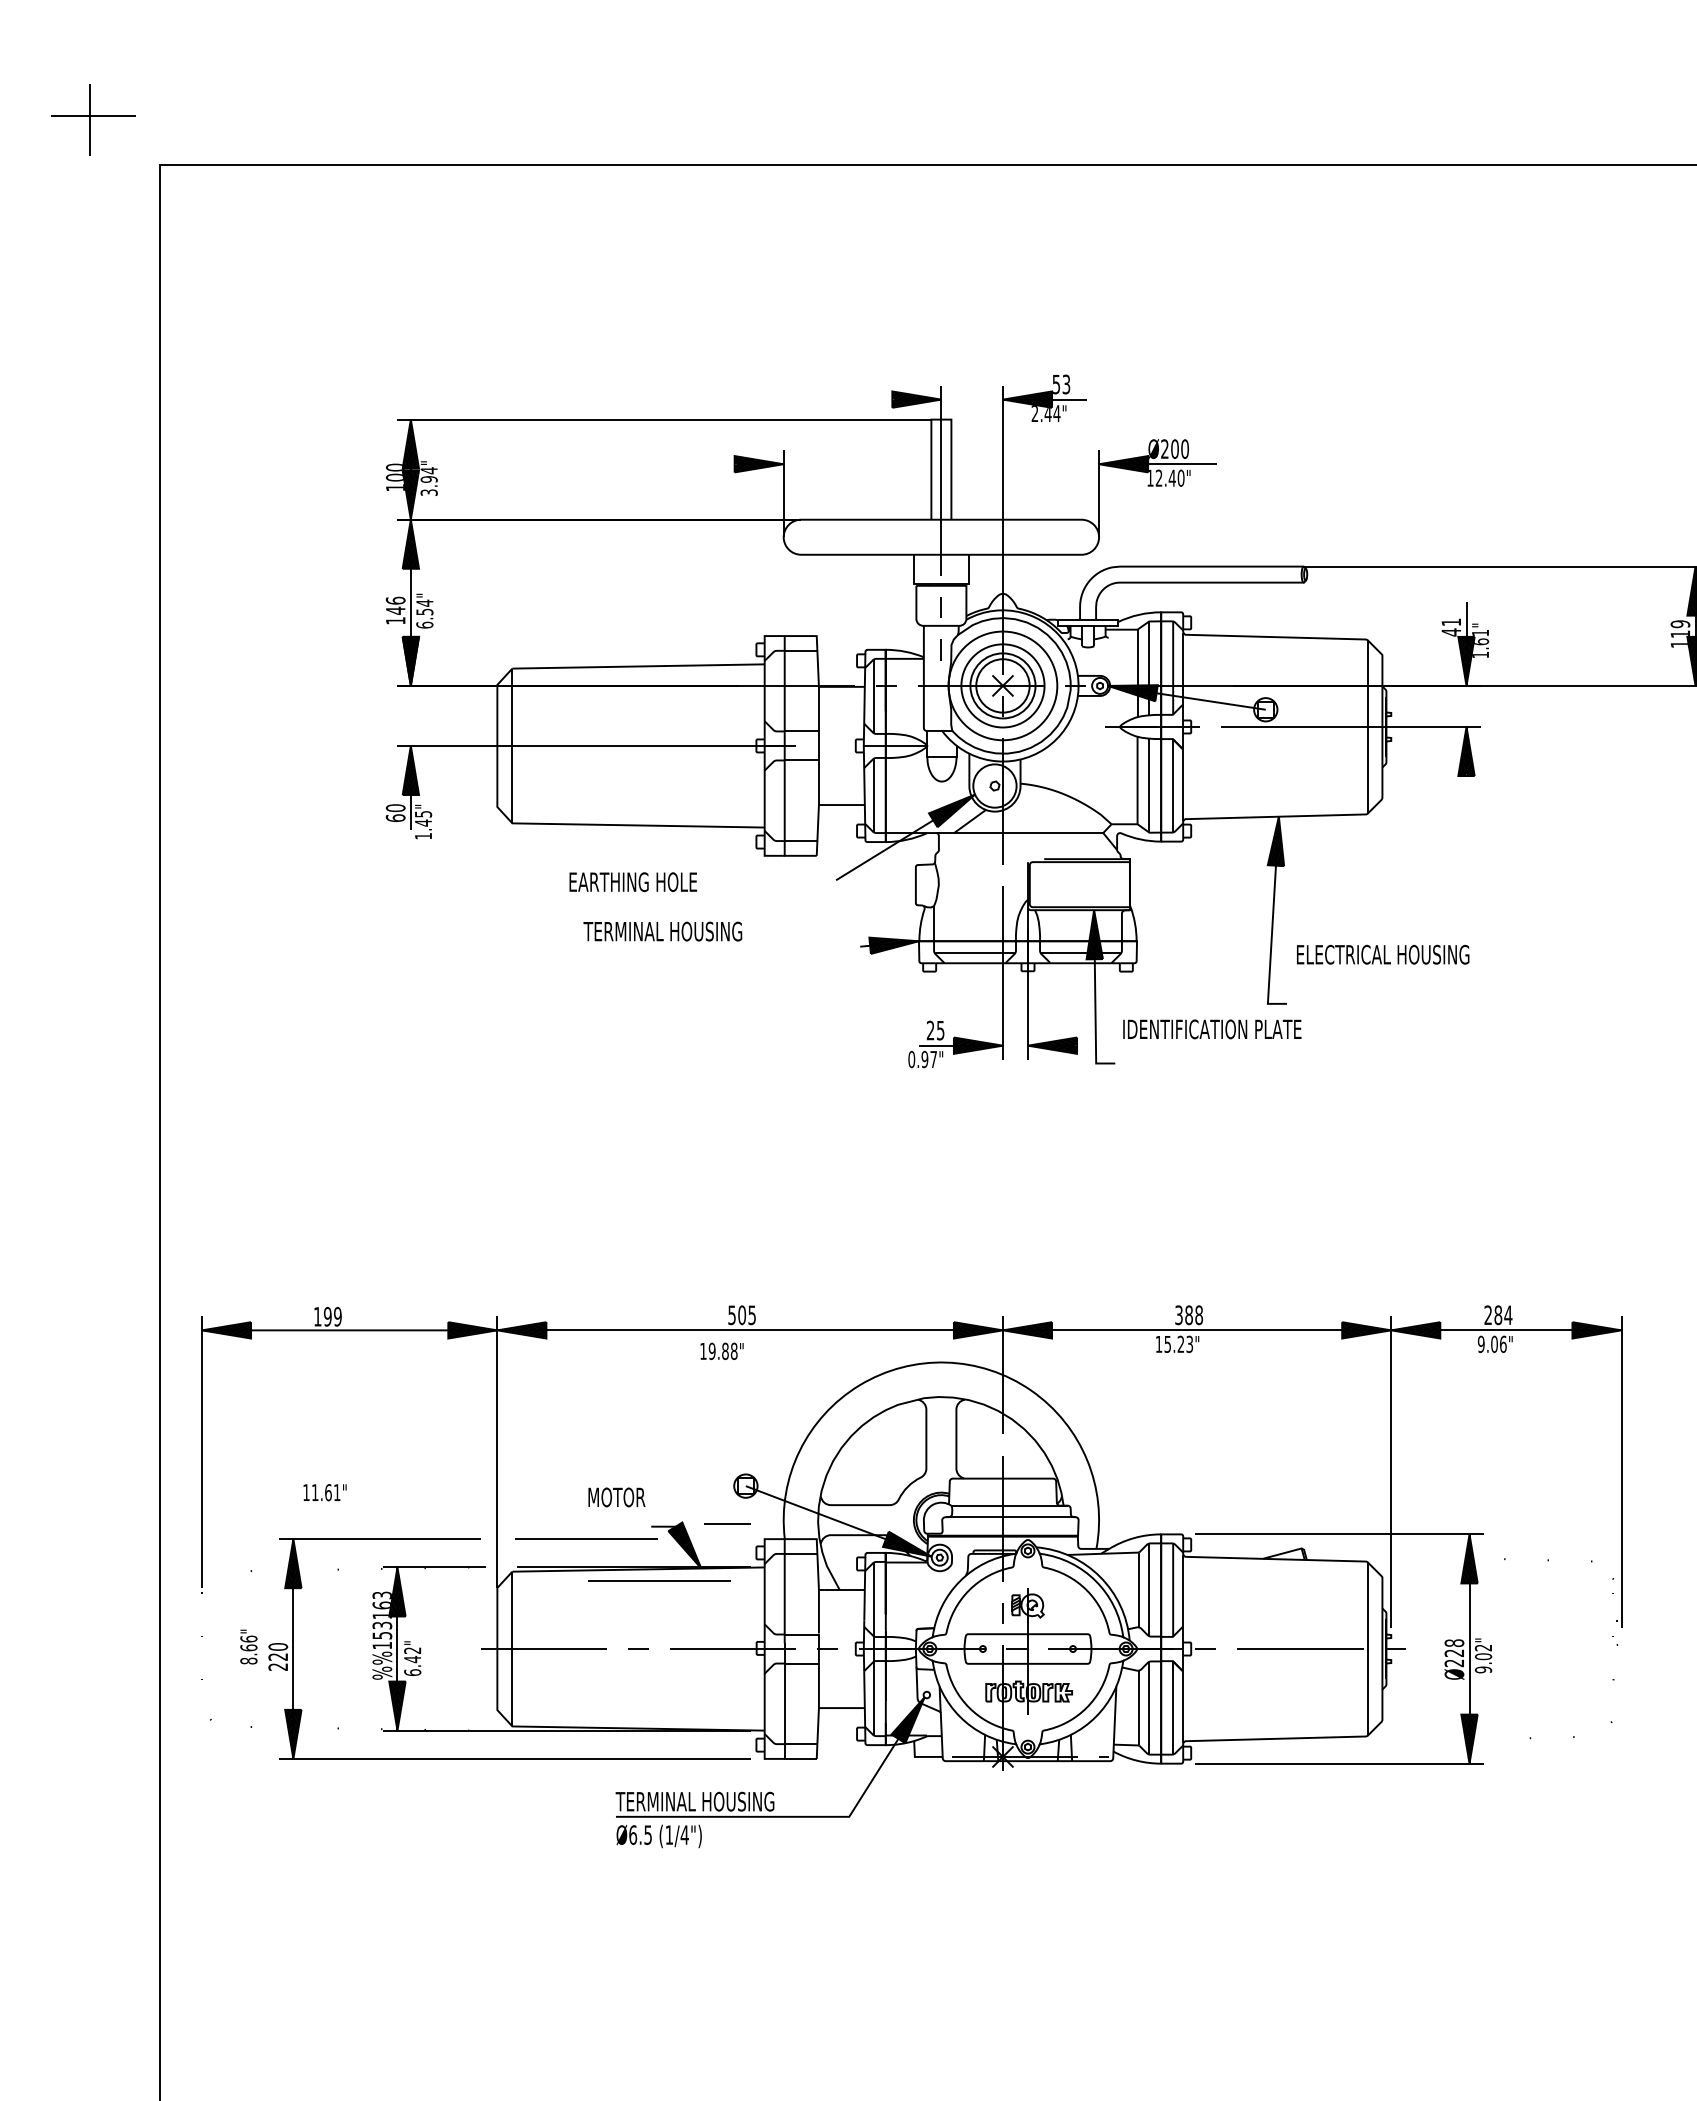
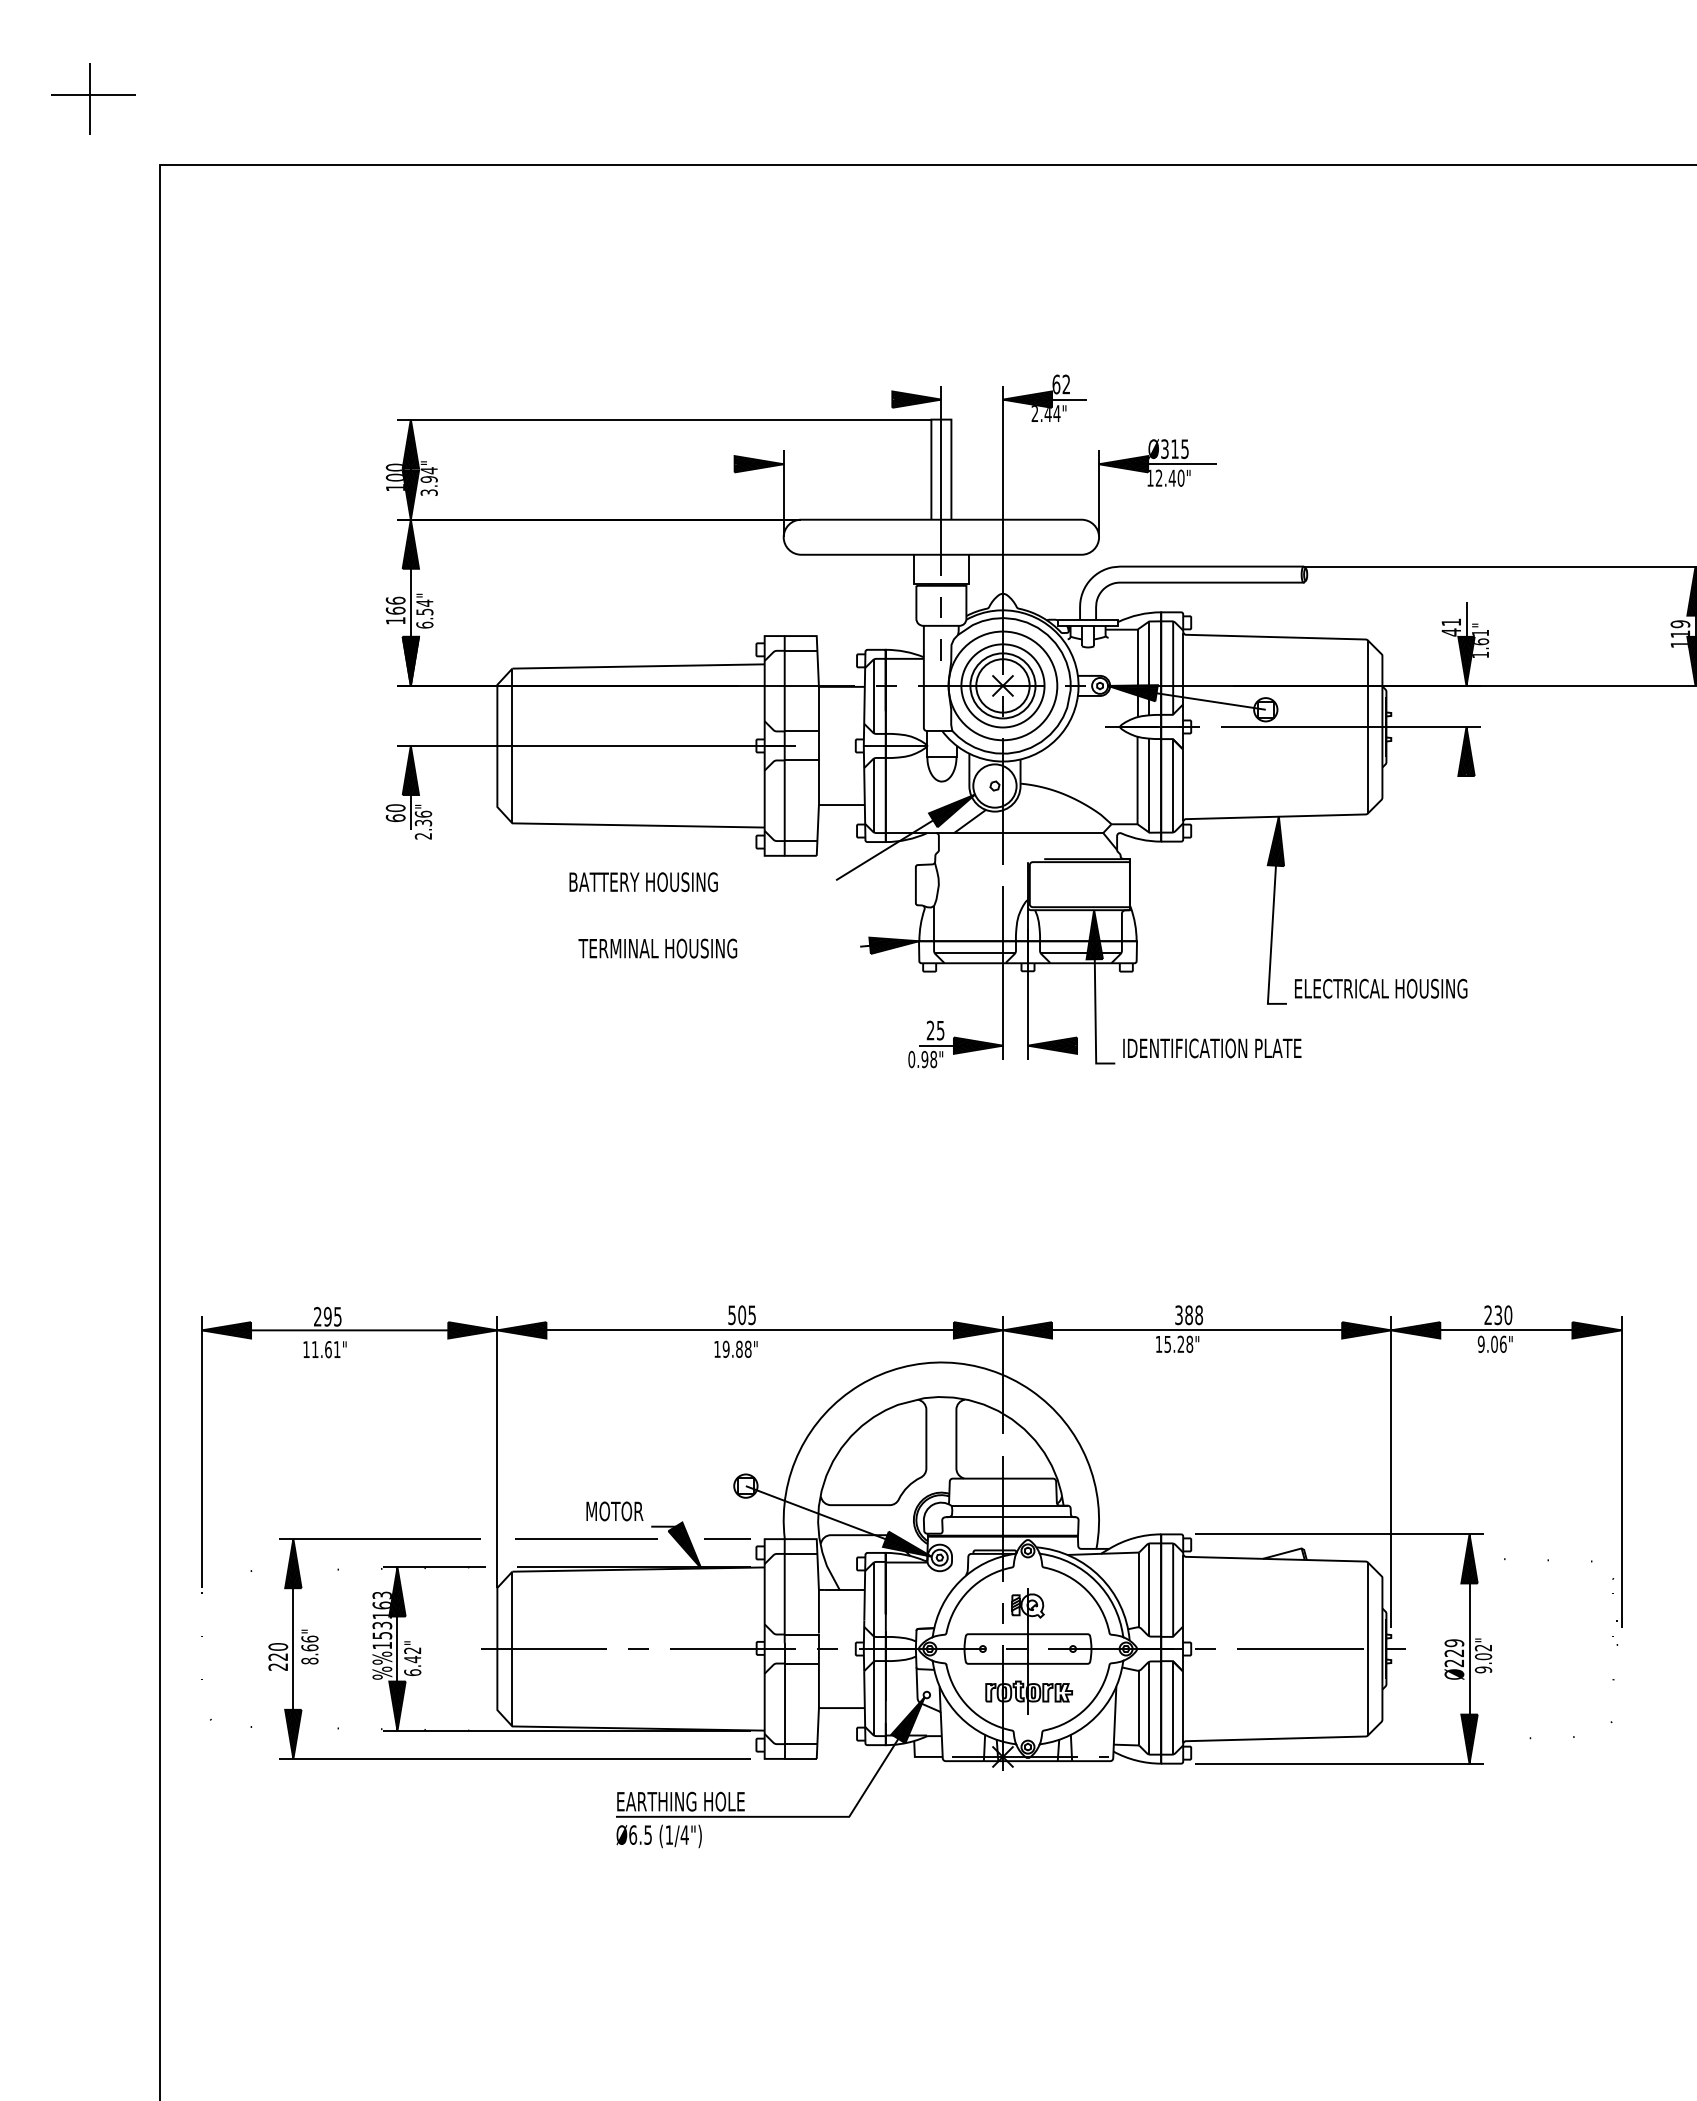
part at (93, 119) position: (93, 119) -> (93, 98)
text at (1061, 384): 53 -> 62
text at (1174, 449): Ø200 -> Ø315
text at (395, 610): 146 -> 166
text at (423, 824): 1.45" -> 2.36"
text at (645, 882): EARTHING HOLE -> BATTERY HOUSING
text at (662, 931) position: (662, 931) -> (657, 948)
text at (1383, 954) position: (1383, 954) -> (1381, 988)
text at (1212, 1029) position: (1212, 1029) -> (1212, 1048)
text at (933, 1059): 0.97" -> 0.98"
text at (1503, 1315): 284 -> 230
text at (327, 1316): 199 -> 295
text at (1189, 1343): 15.23" -> 15.28"
text at (721, 1350) position: (721, 1350) -> (735, 1348)
text at (324, 1492) position: (324, 1492) -> (324, 1349)
text at (616, 1497) position: (616, 1497) -> (614, 1511)
line at (727, 1523) position: (727, 1523) -> (727, 1538)
line at (659, 1580): present -> none
text at (1454, 1643): Ø228 -> Ø229
text at (248, 1646) position: (248, 1646) -> (309, 1646)
text at (694, 1801): TERMINAL HOUSING -> EARTHING HOLE
